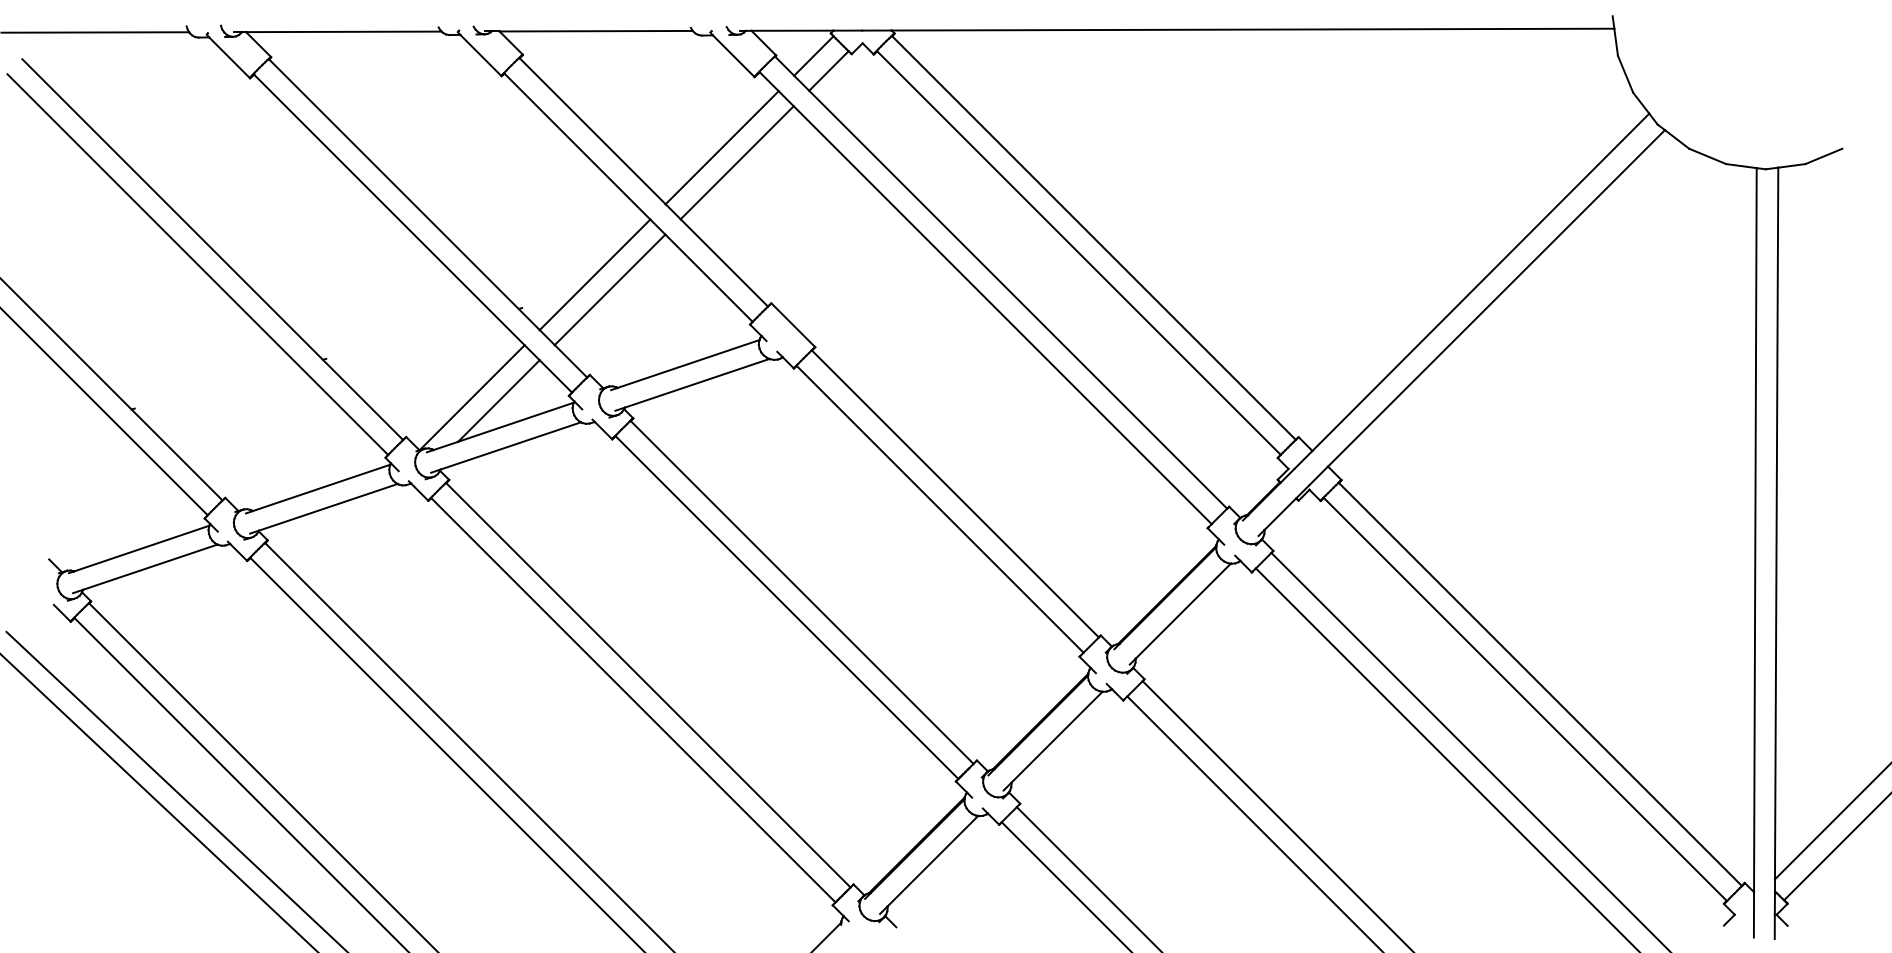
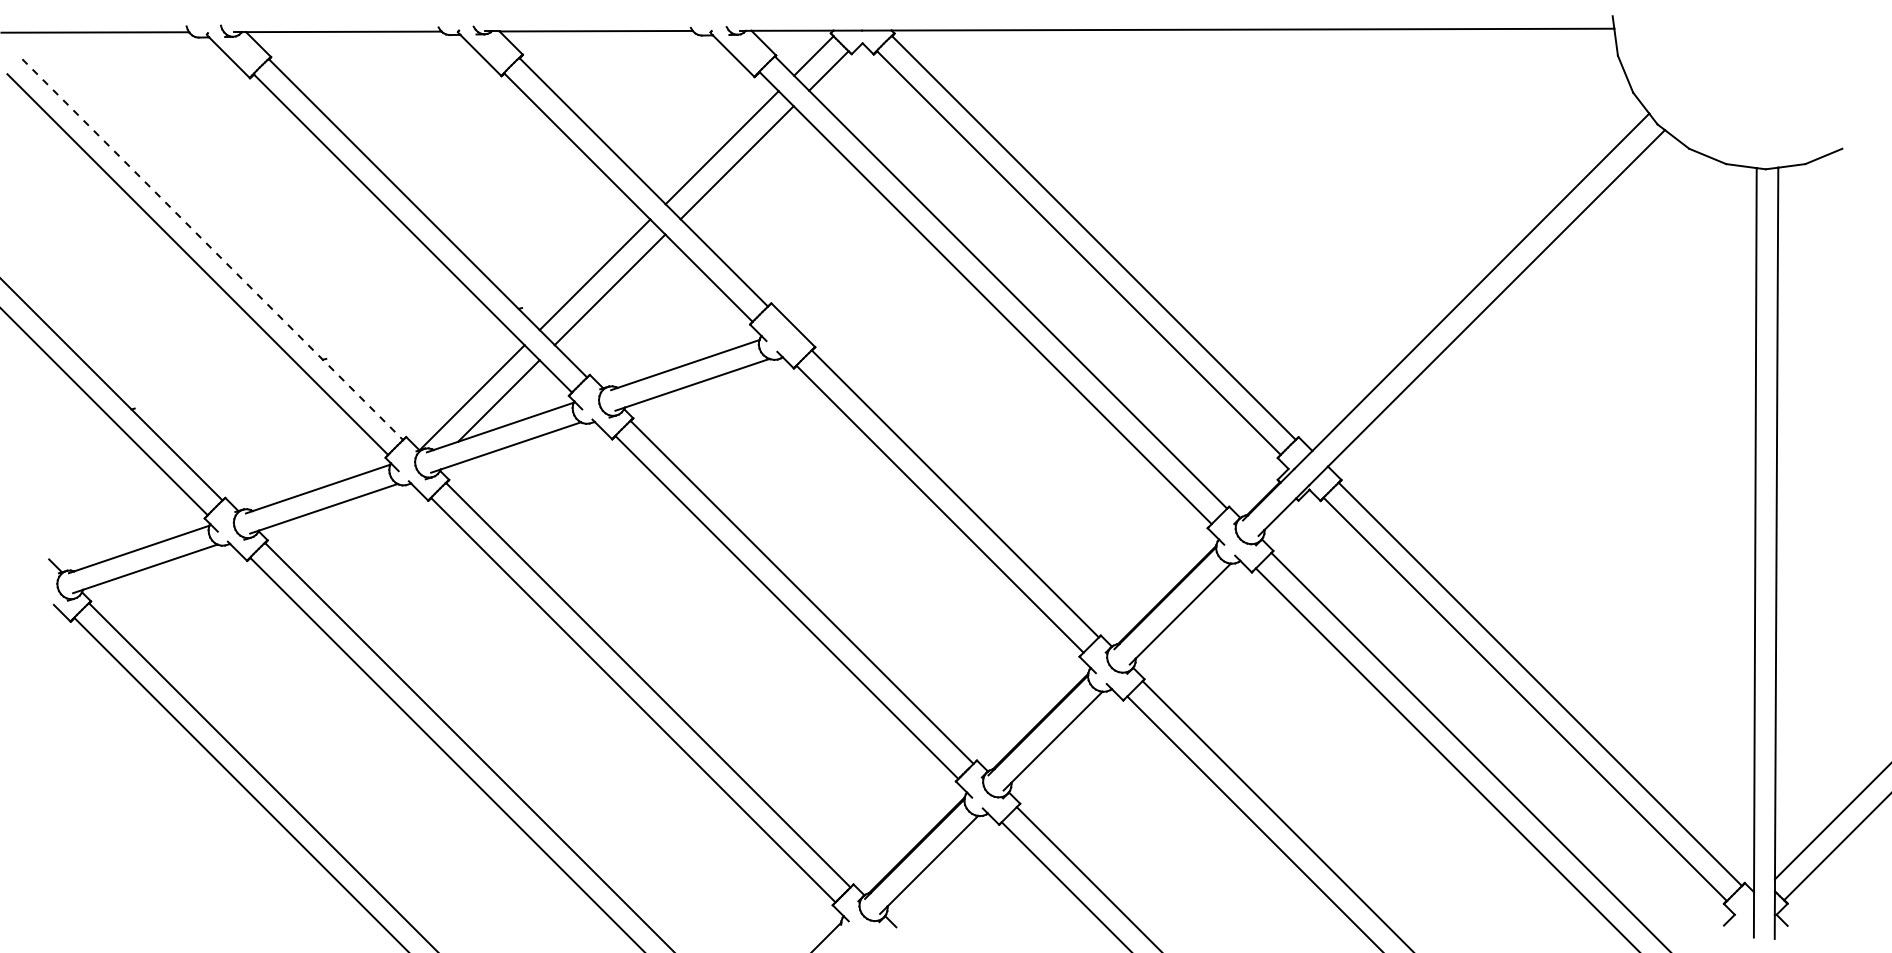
line at (213, 250): solid -> dashed
line at (175, 790): present -> none
line at (158, 802): present -> none
